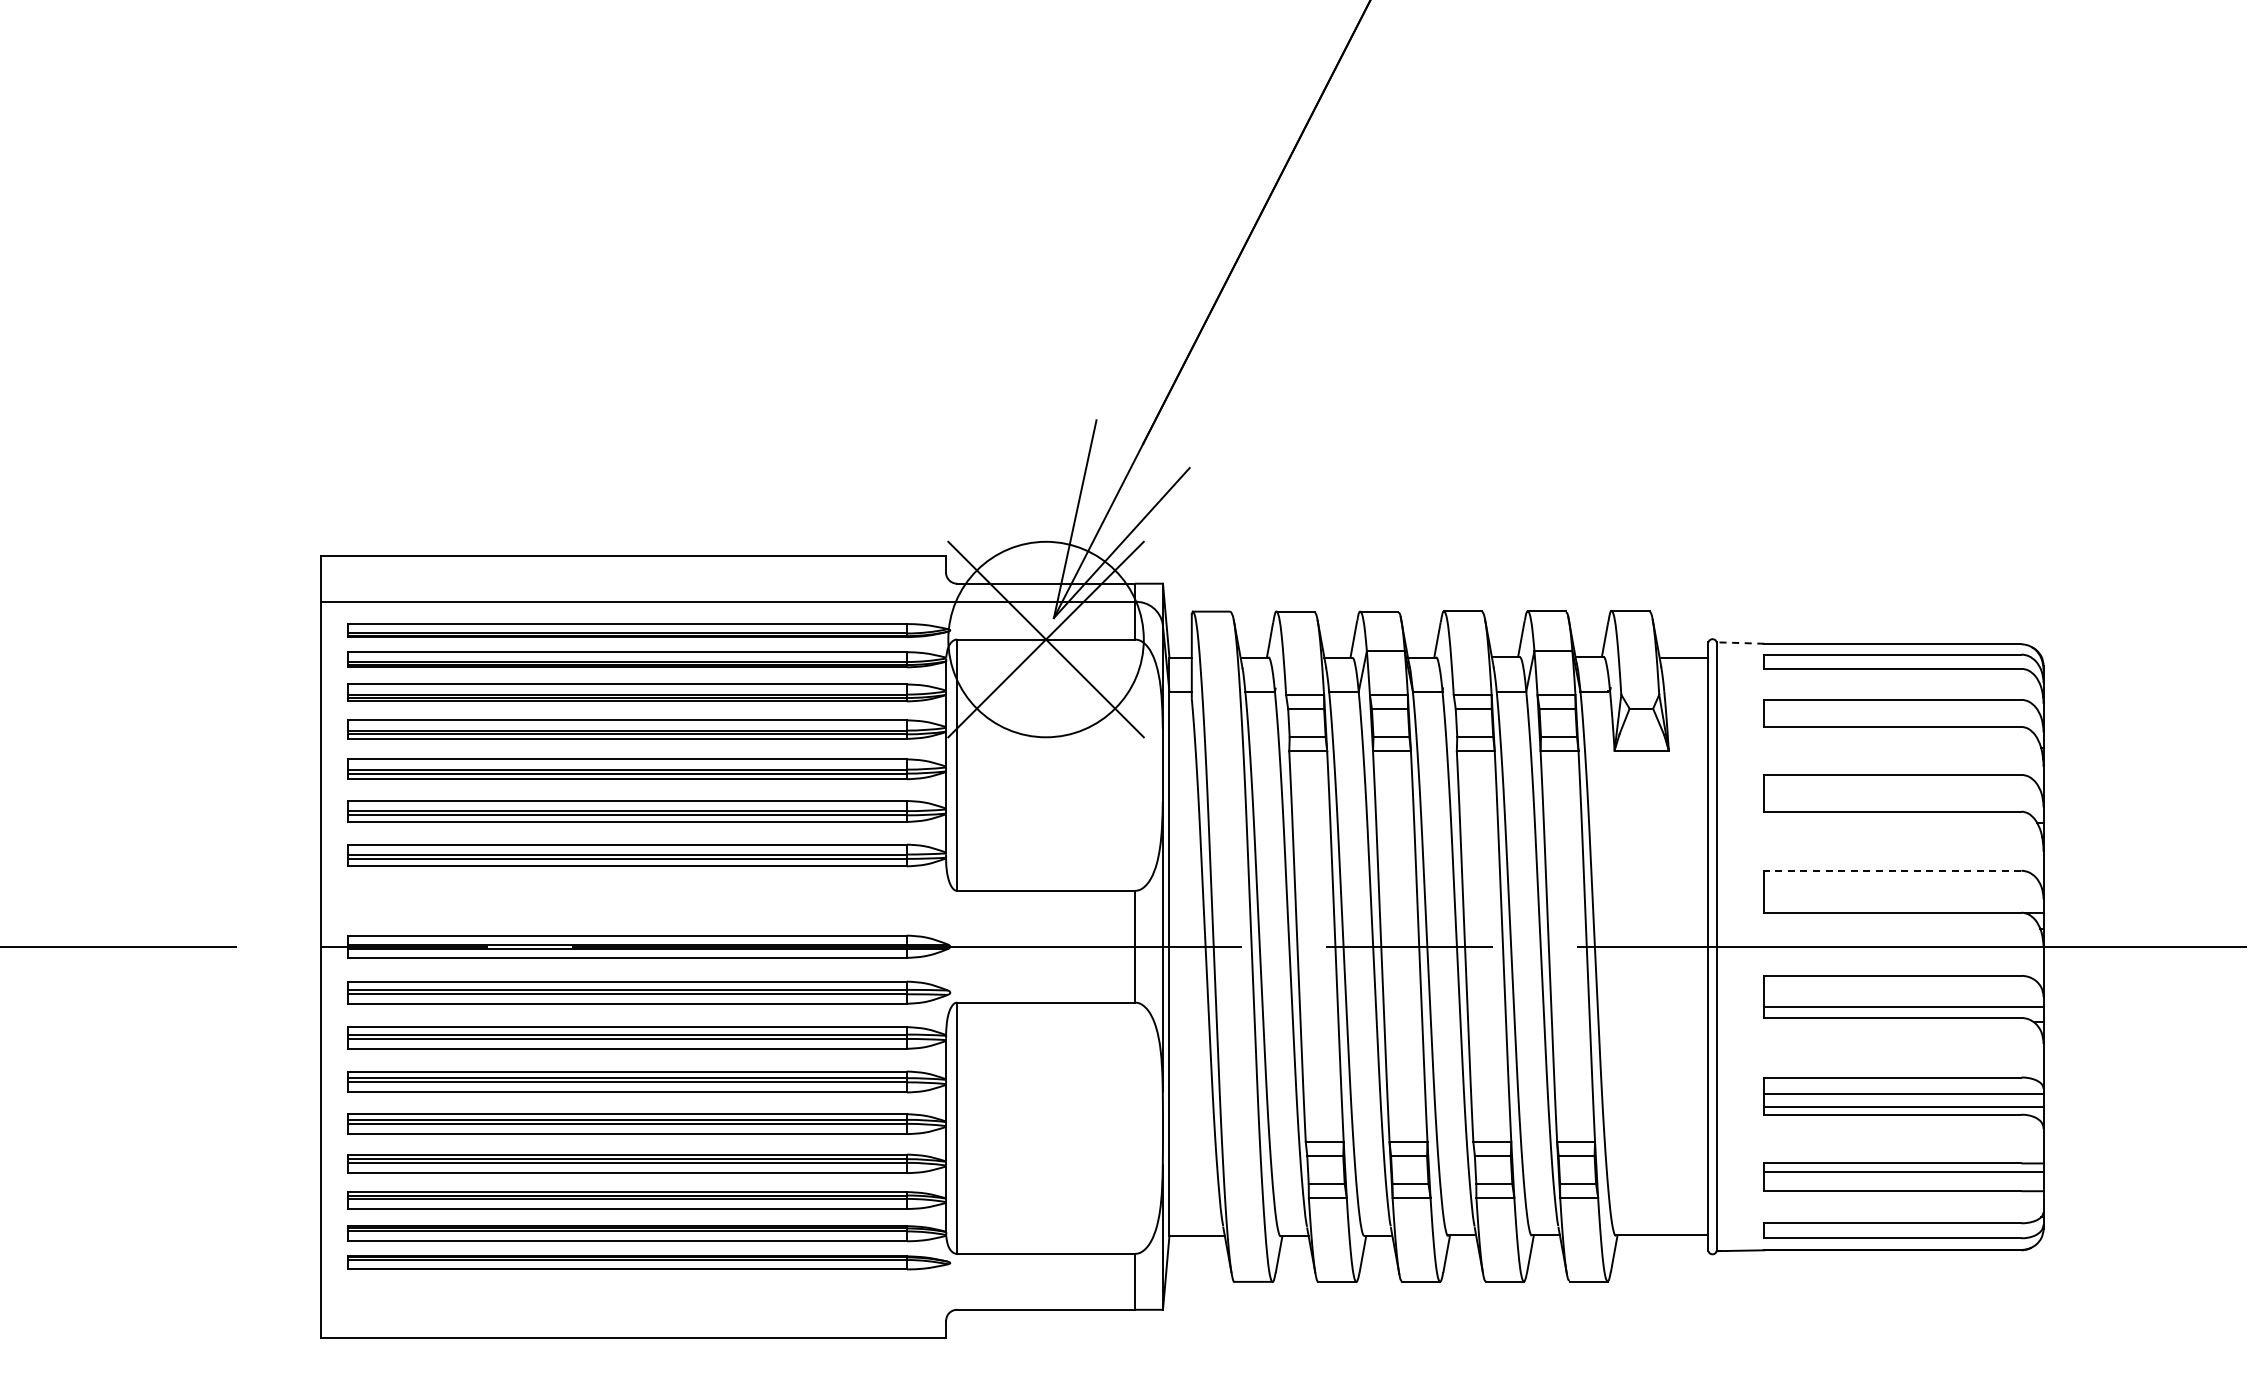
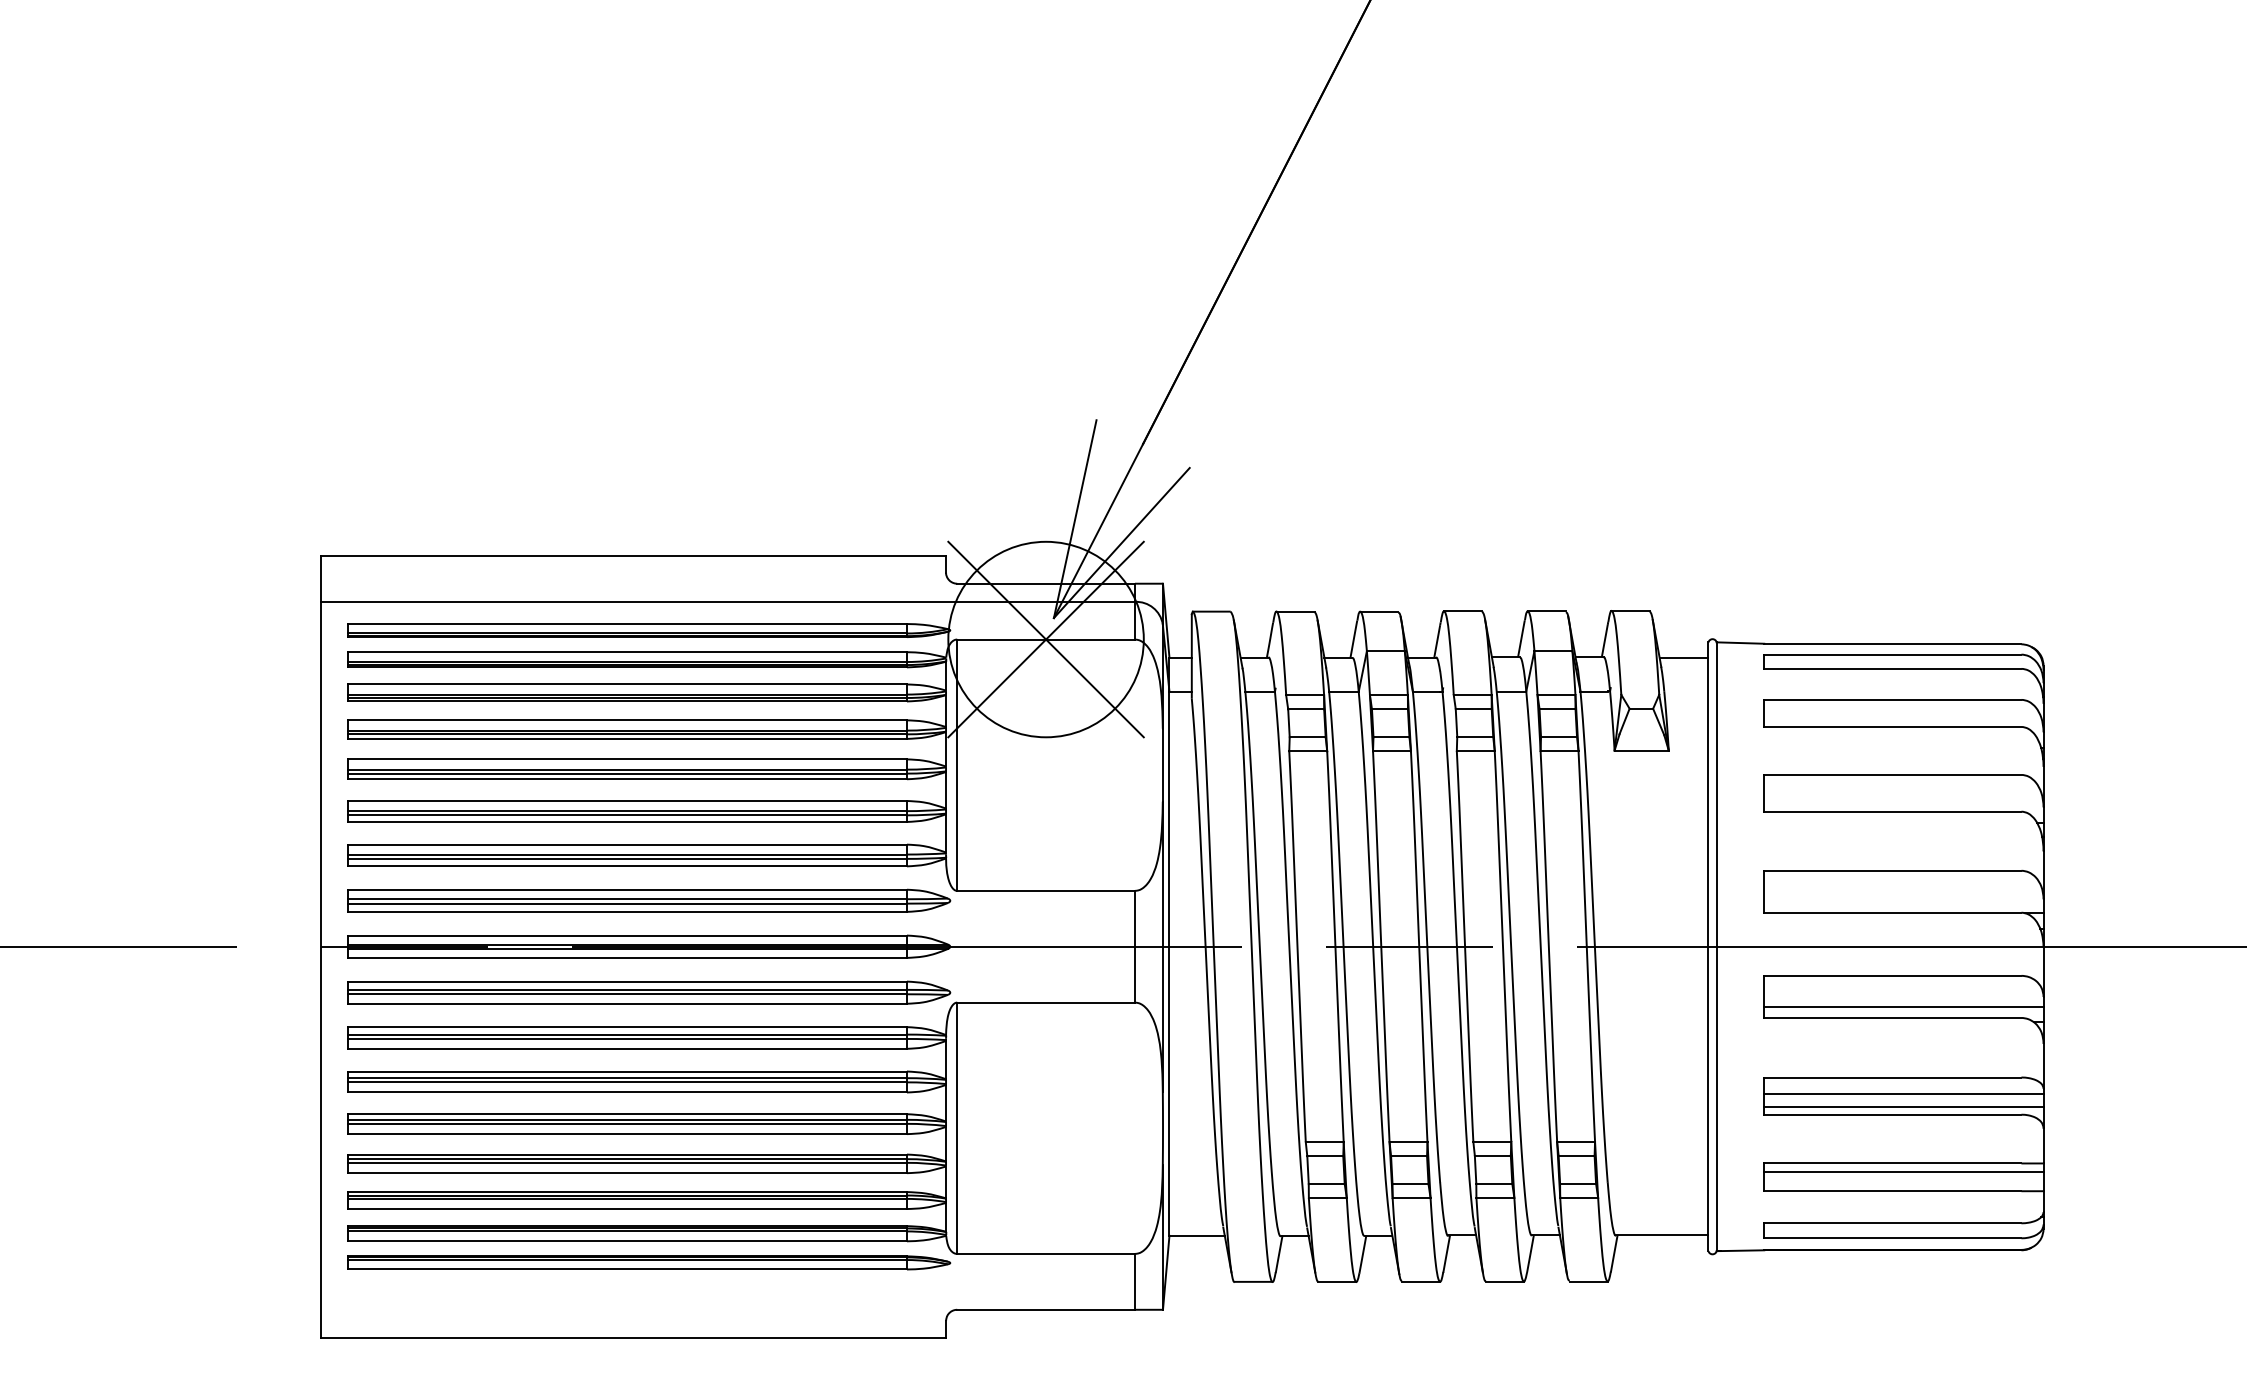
line at (1740, 643): dashed -> solid
line at (1892, 870): dashed -> solid
part at (649, 900): none -> present
